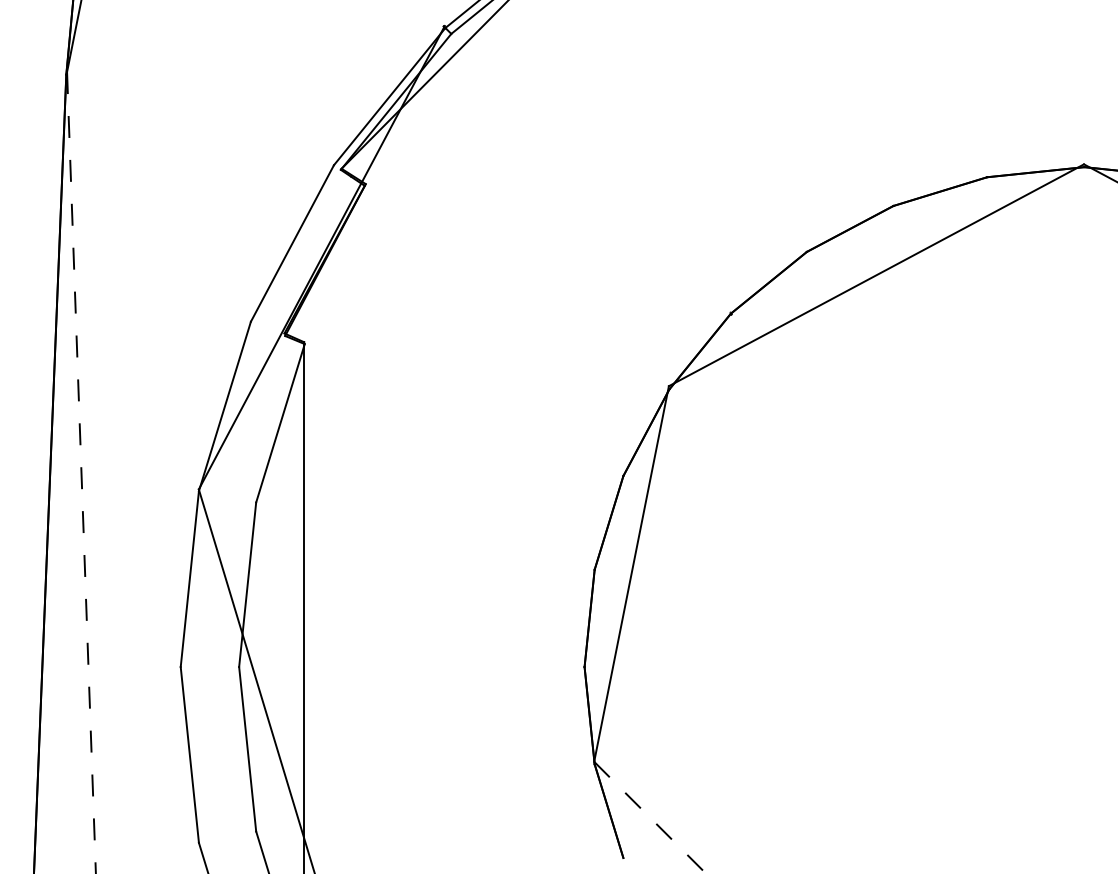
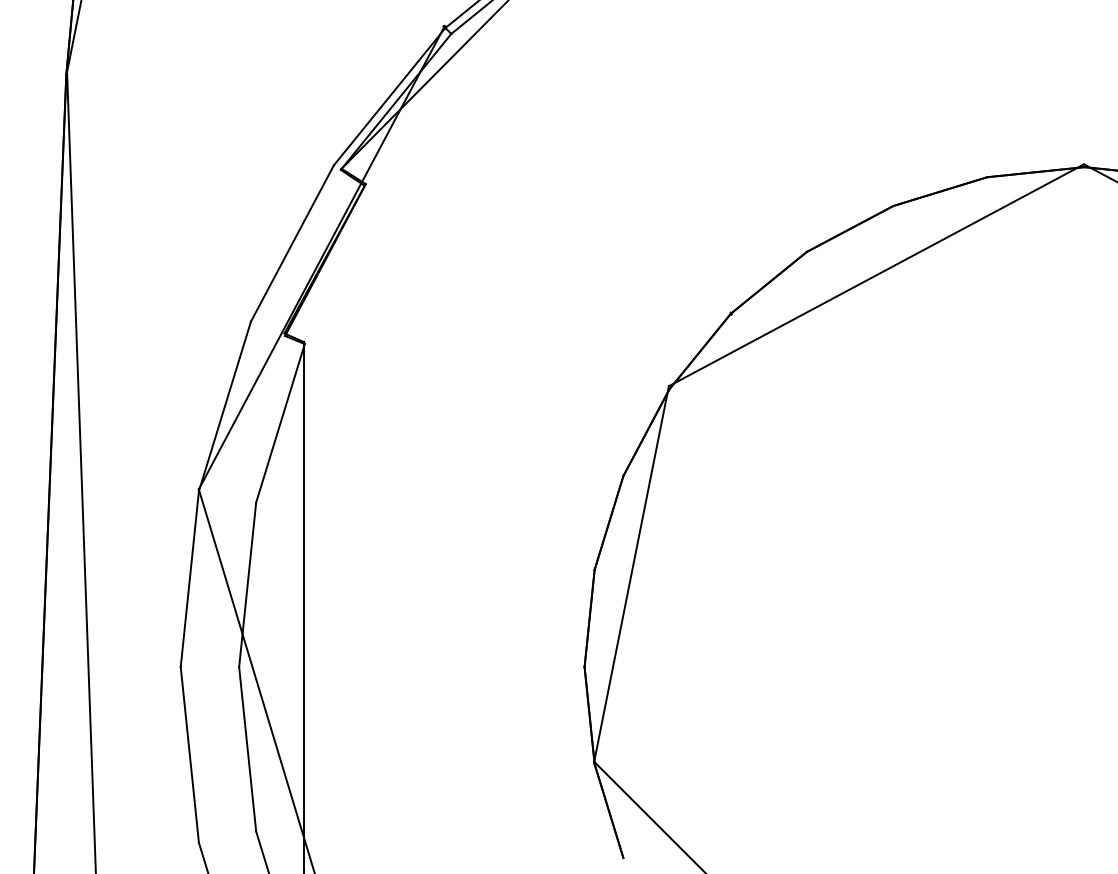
line at (81, 472): dashed -> solid
line at (649, 817): dashed -> solid
